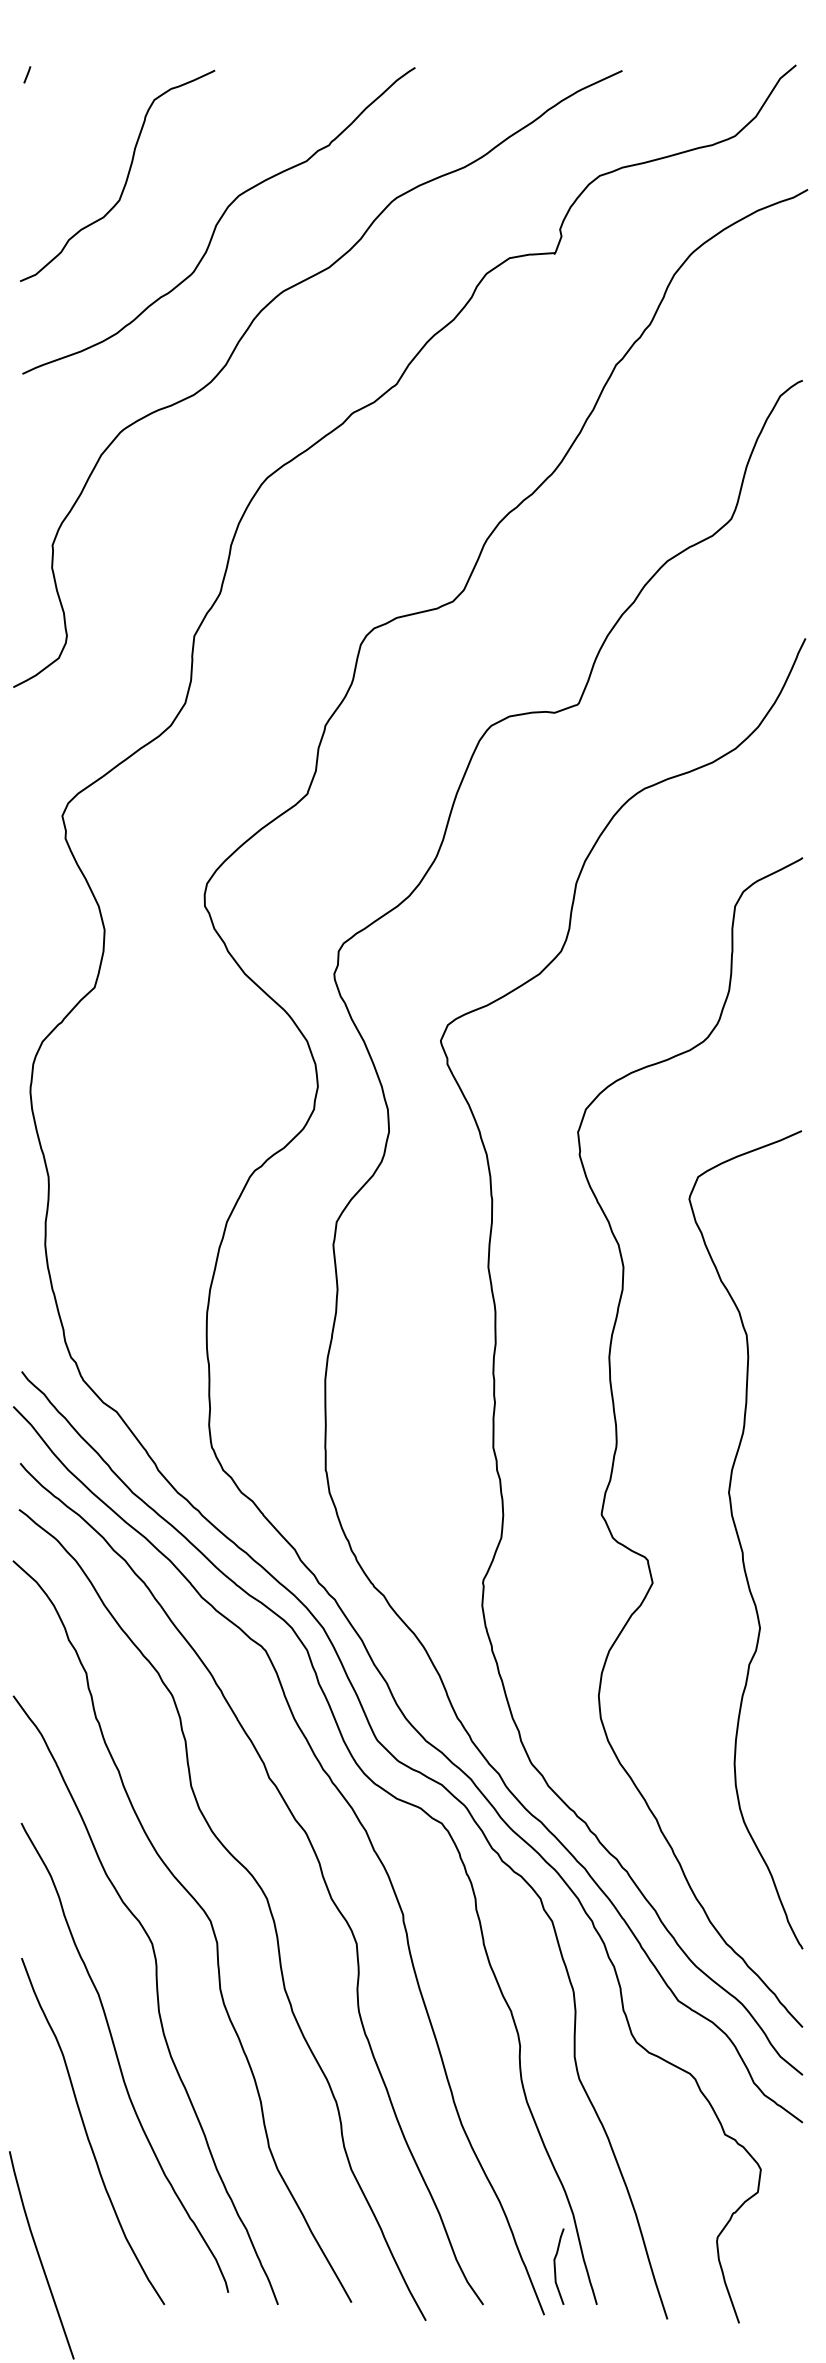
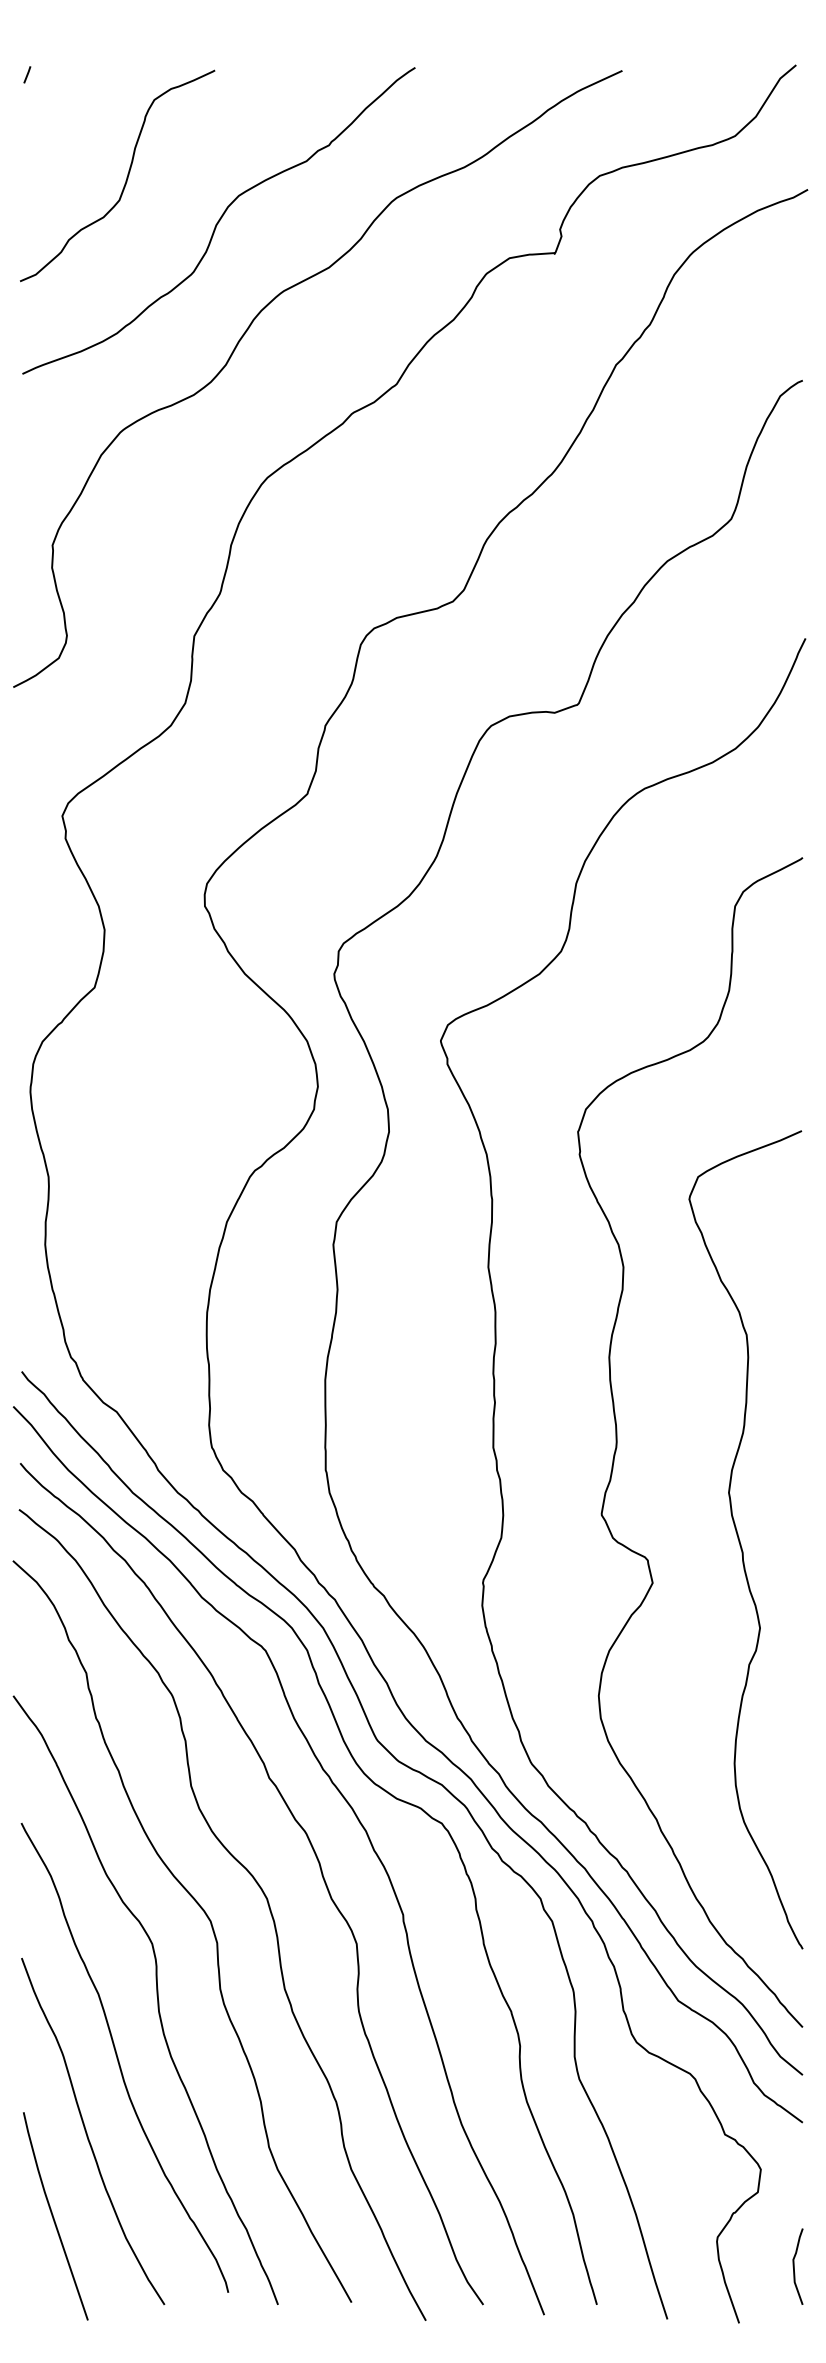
curve at (40, 2256) position: (40, 2256) -> (54, 2217)
curve at (555, 2266) position: (555, 2266) -> (794, 2266)
